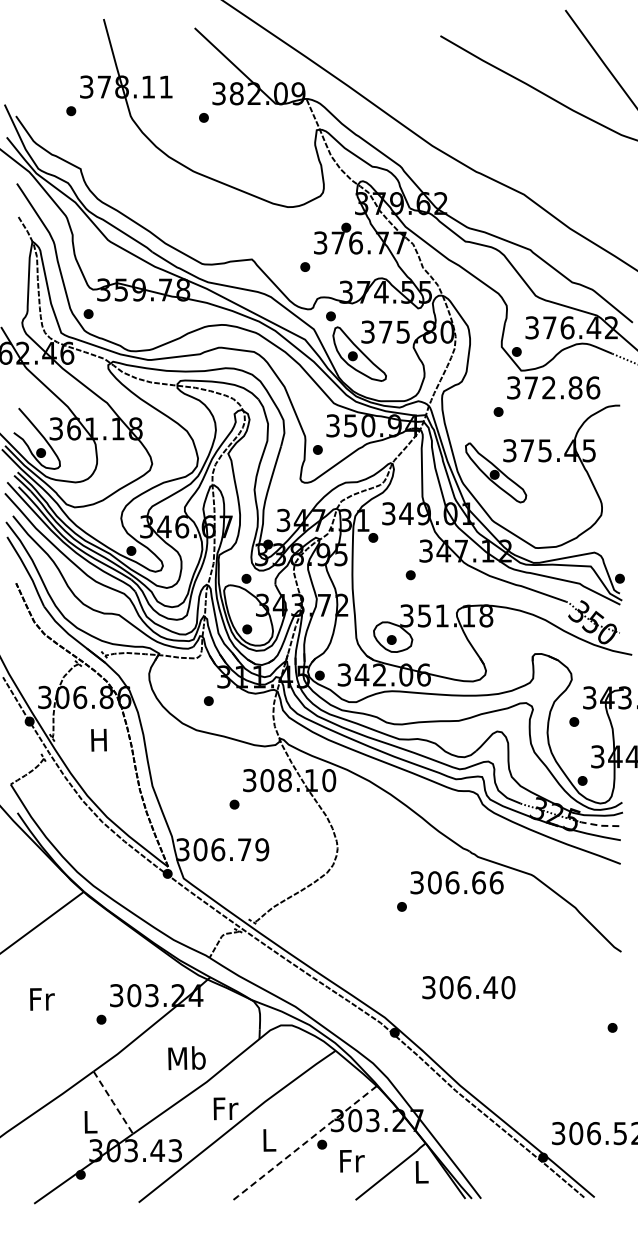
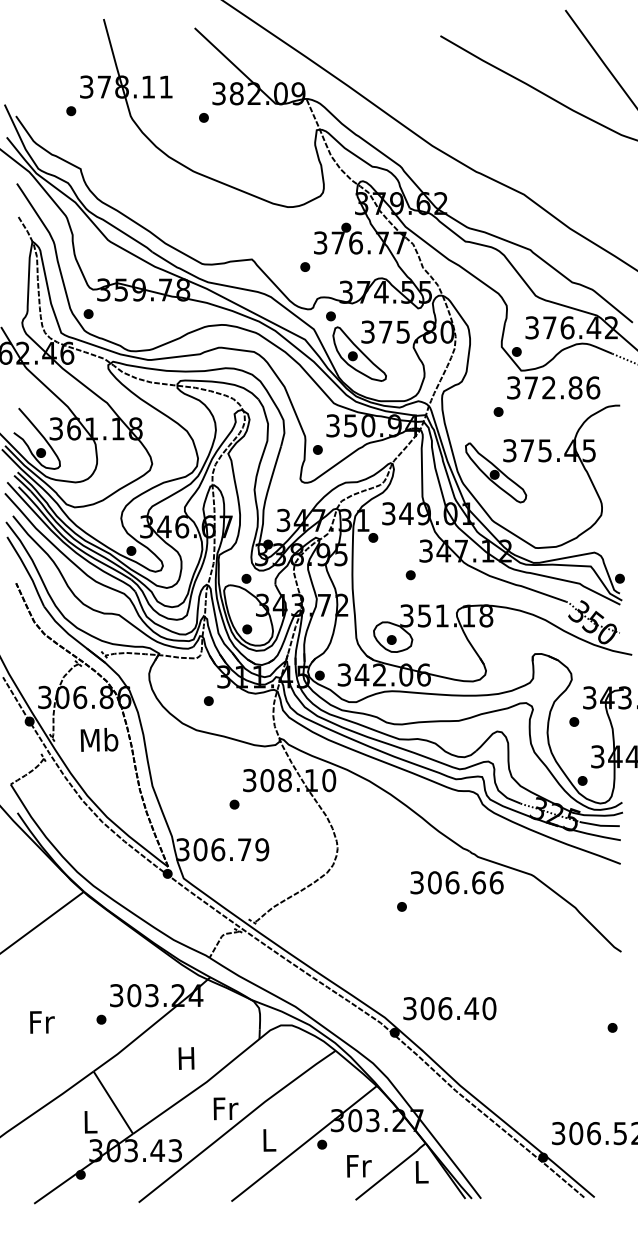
text at (99, 739): H -> Mb
line at (599, 825): dashed -> solid
text at (468, 987) position: (468, 987) -> (449, 1008)
text at (42, 999) position: (42, 999) -> (42, 1022)
text at (186, 1058): Mb -> H
line at (113, 1102): dashed -> solid
line at (303, 1144): dashed -> solid
text at (352, 1161) position: (352, 1161) -> (359, 1166)
